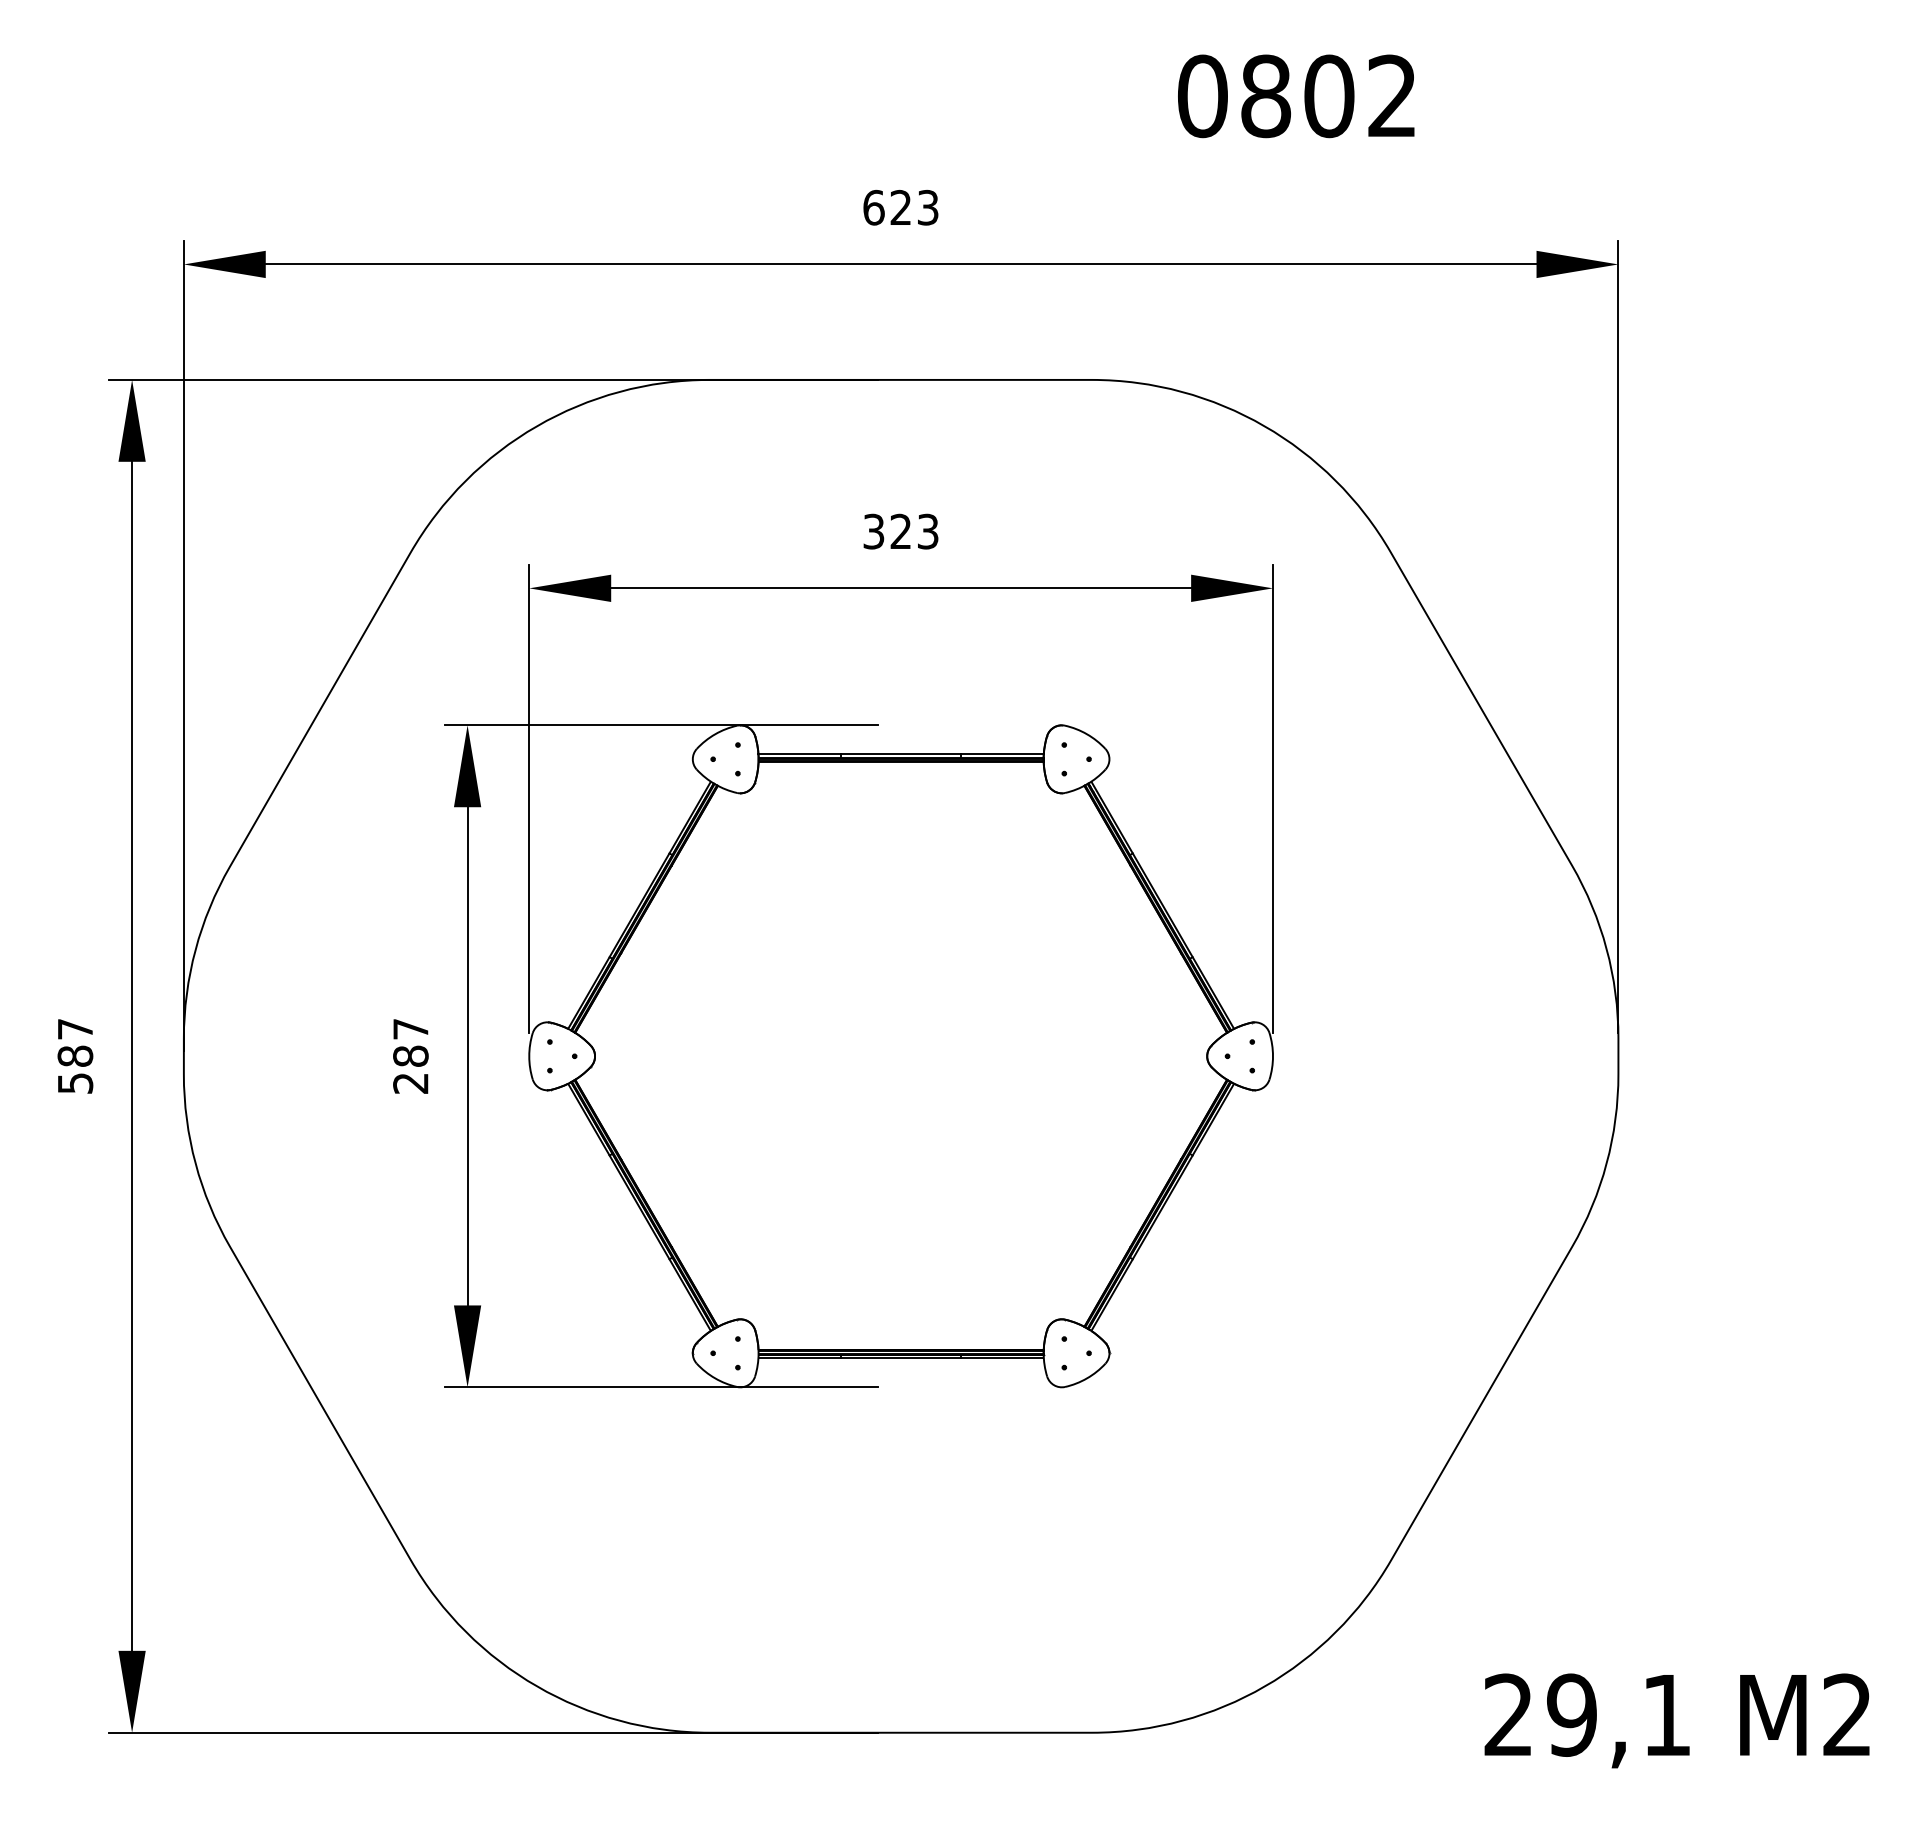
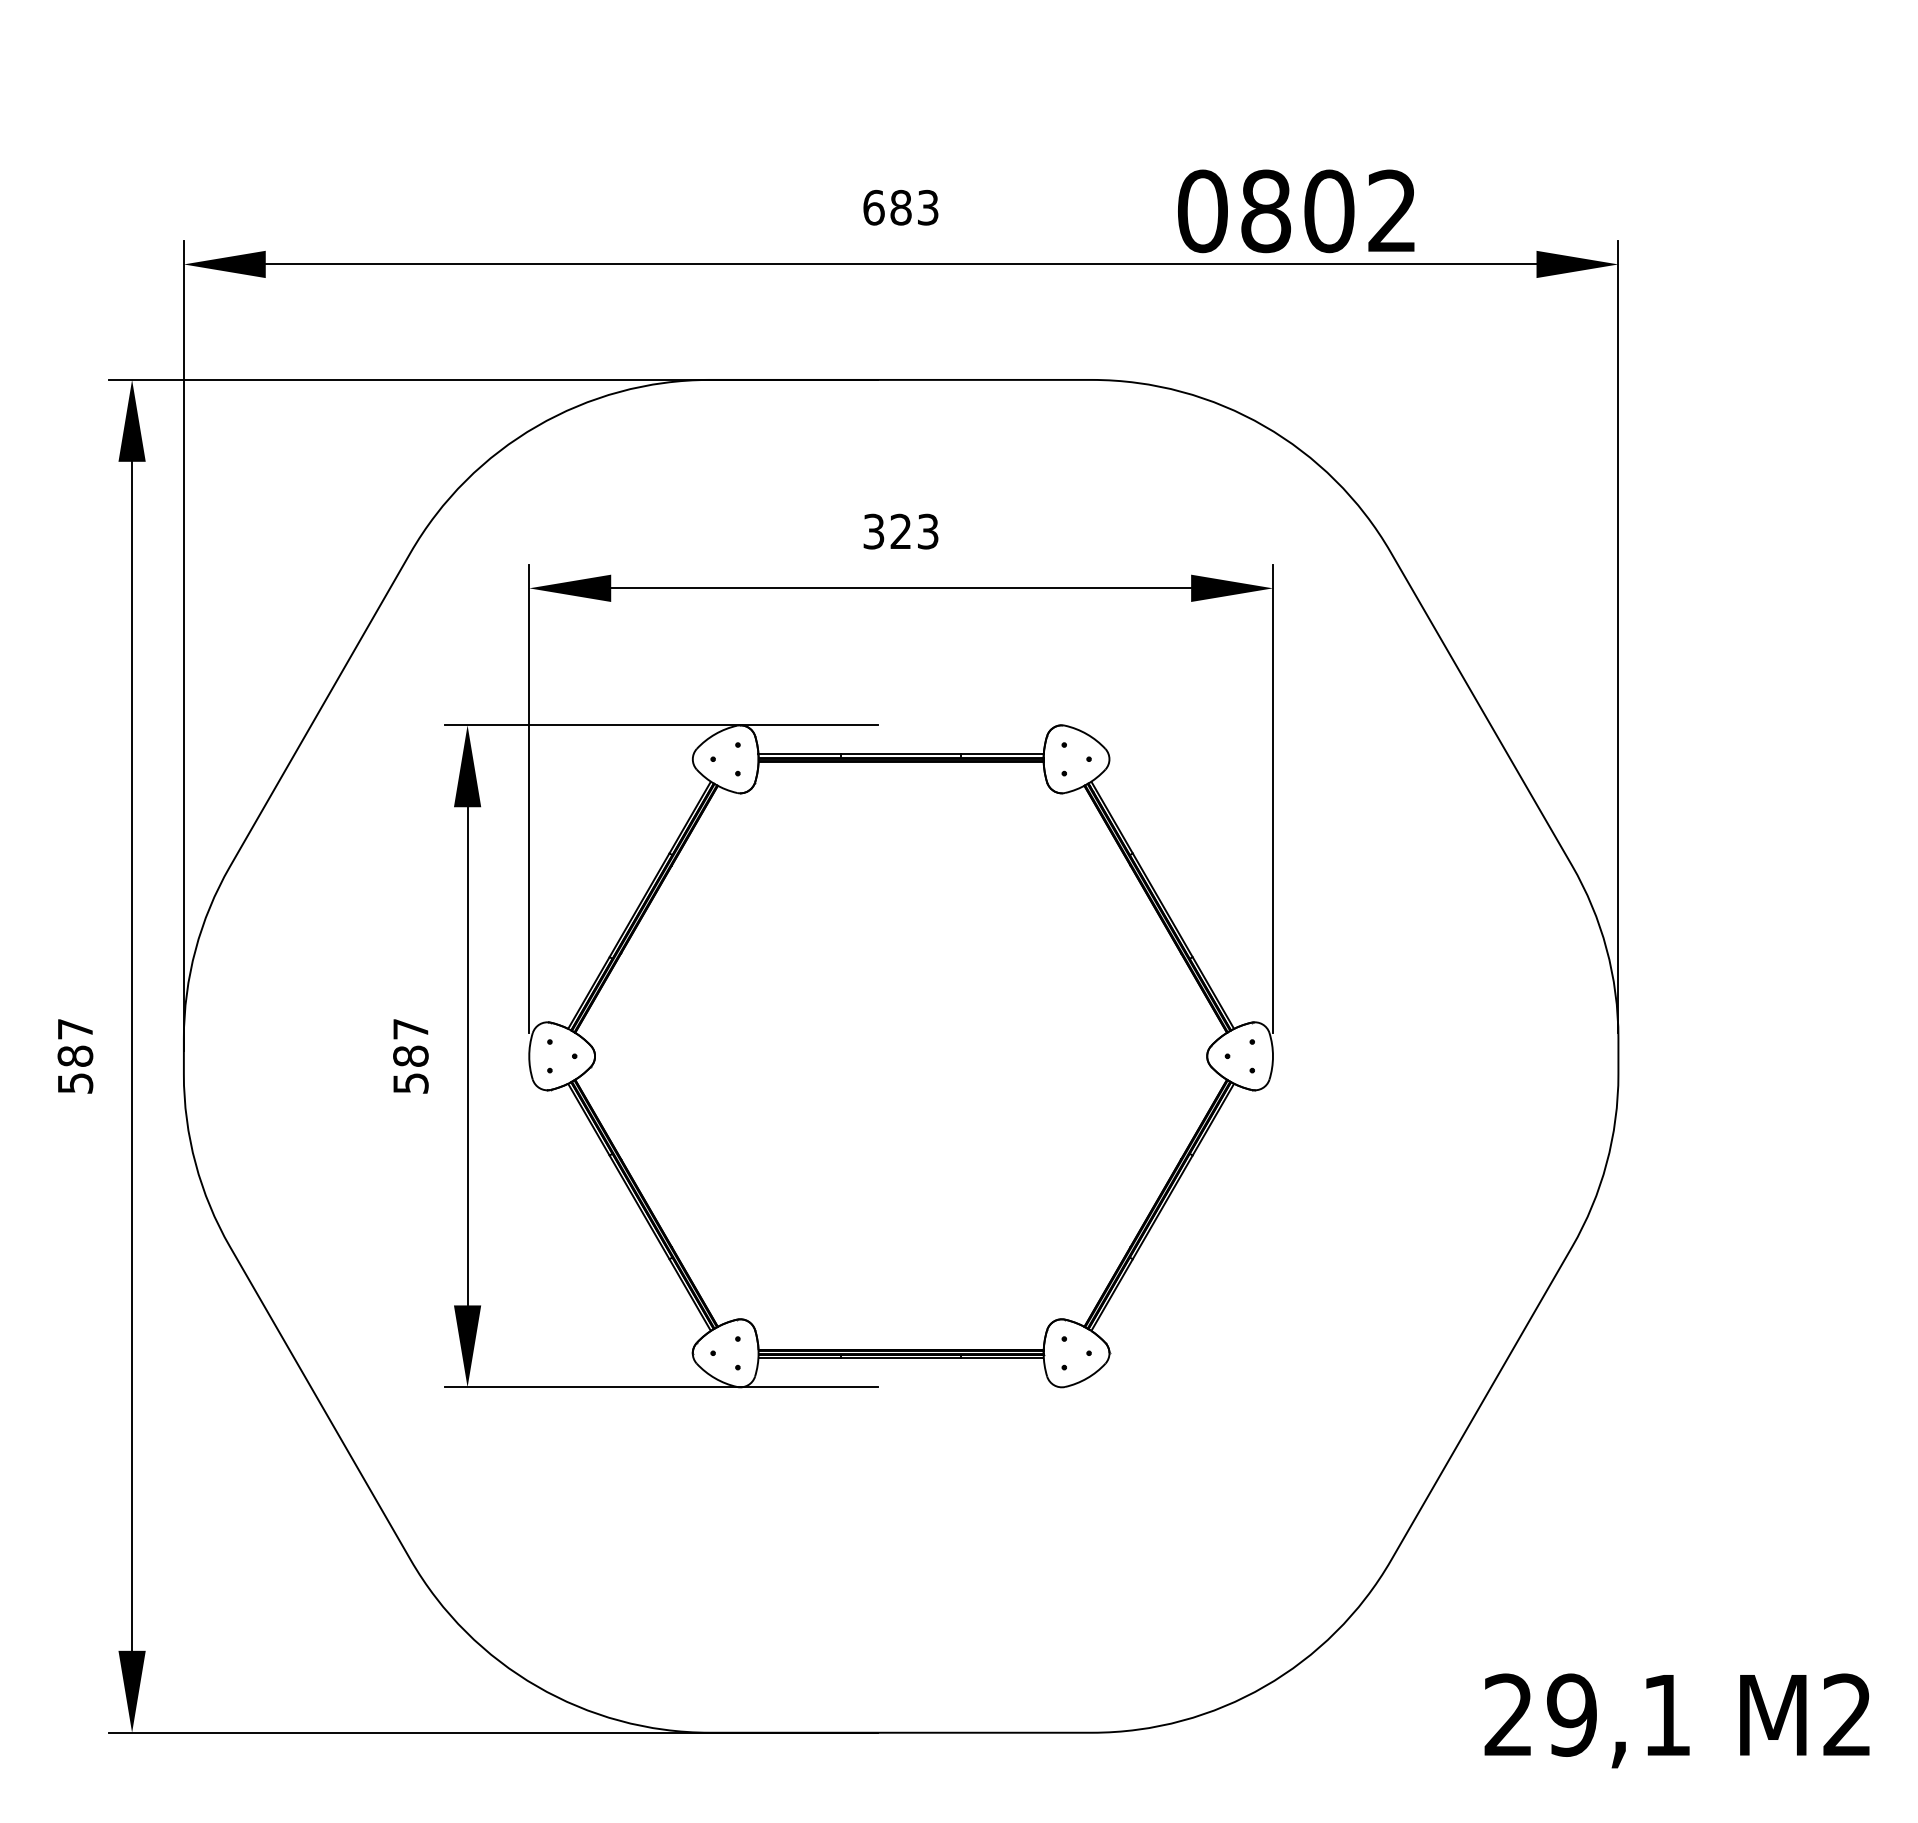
text at (1296, 96) position: (1296, 96) -> (1296, 211)
text at (900, 207): 623 -> 683
text at (410, 1083): 287 -> 587
